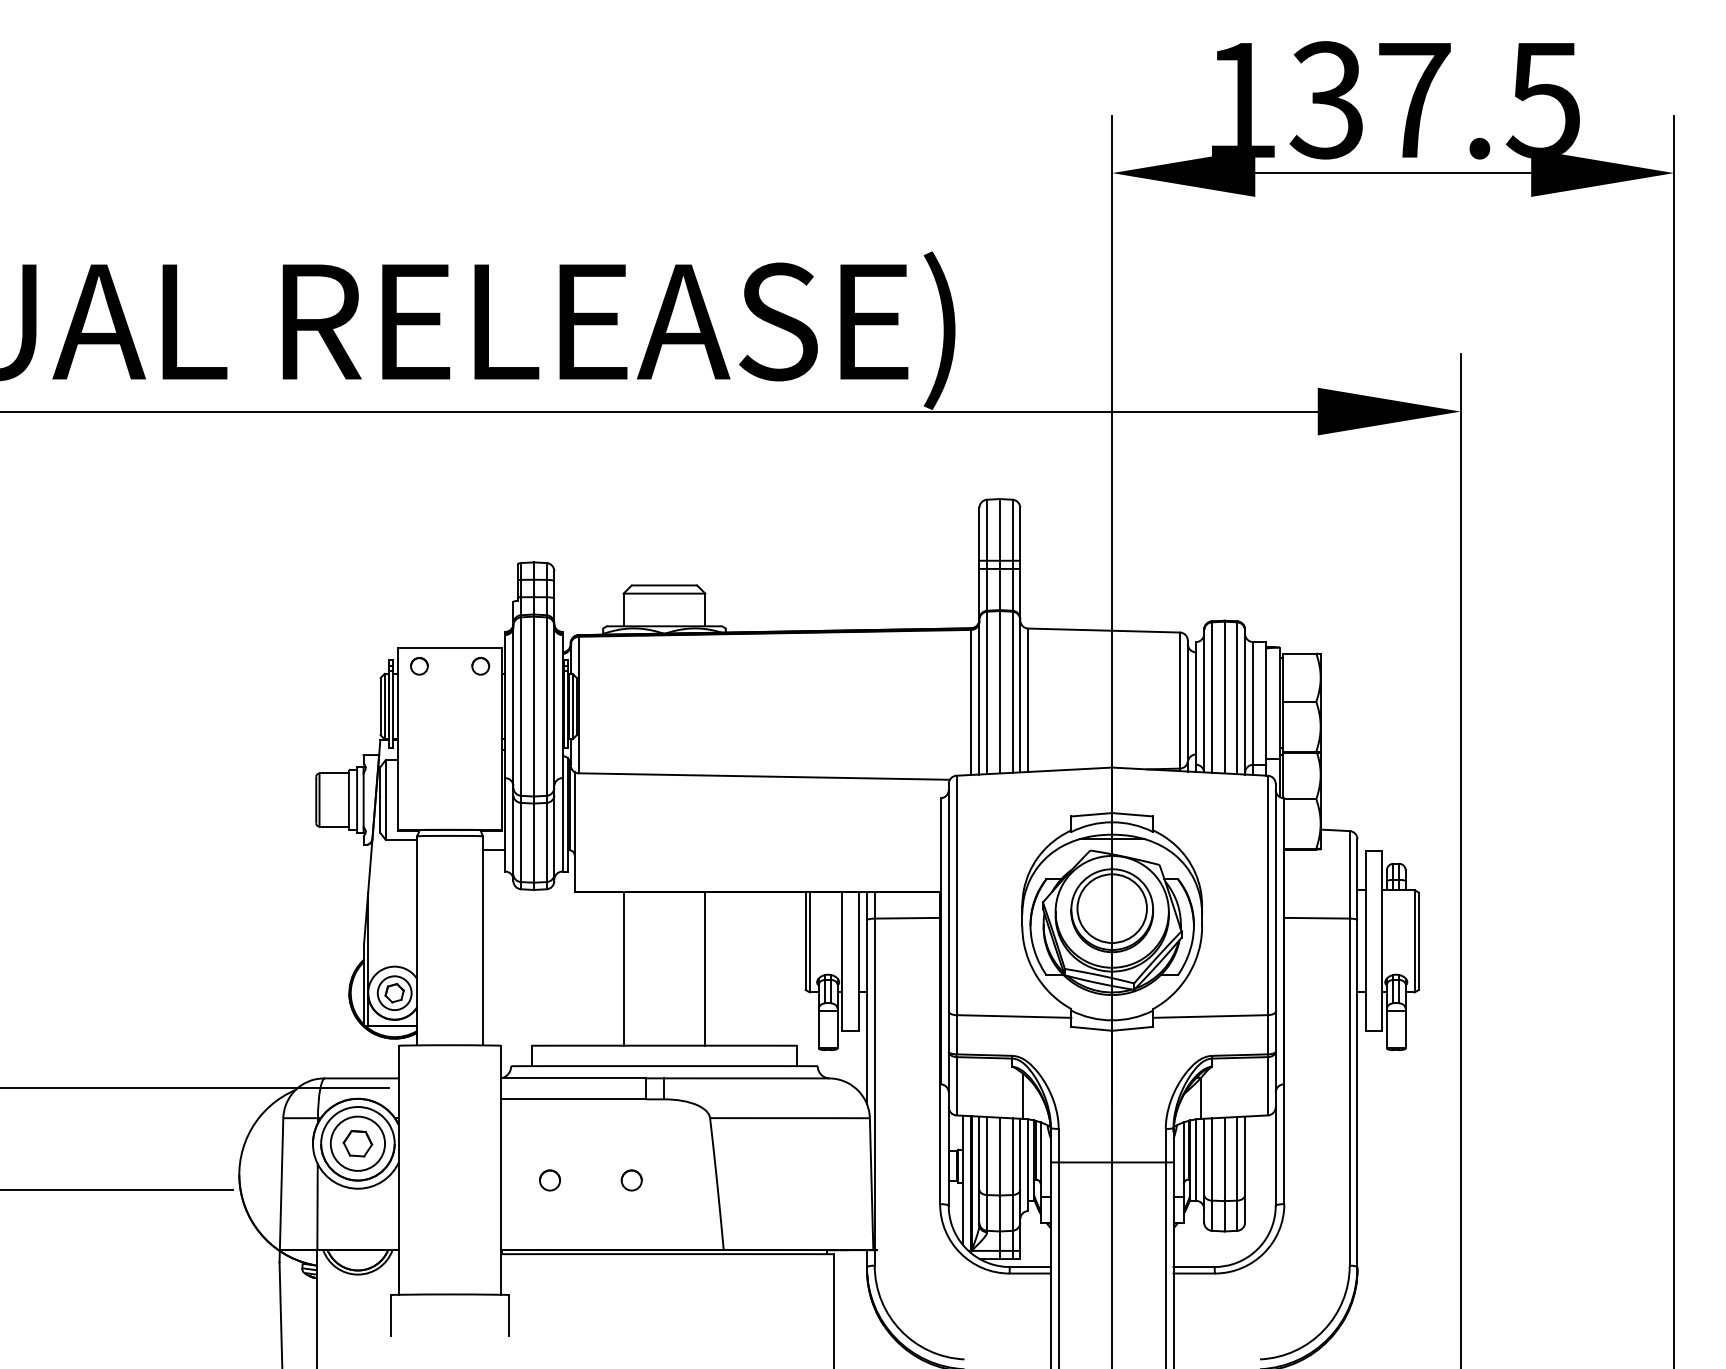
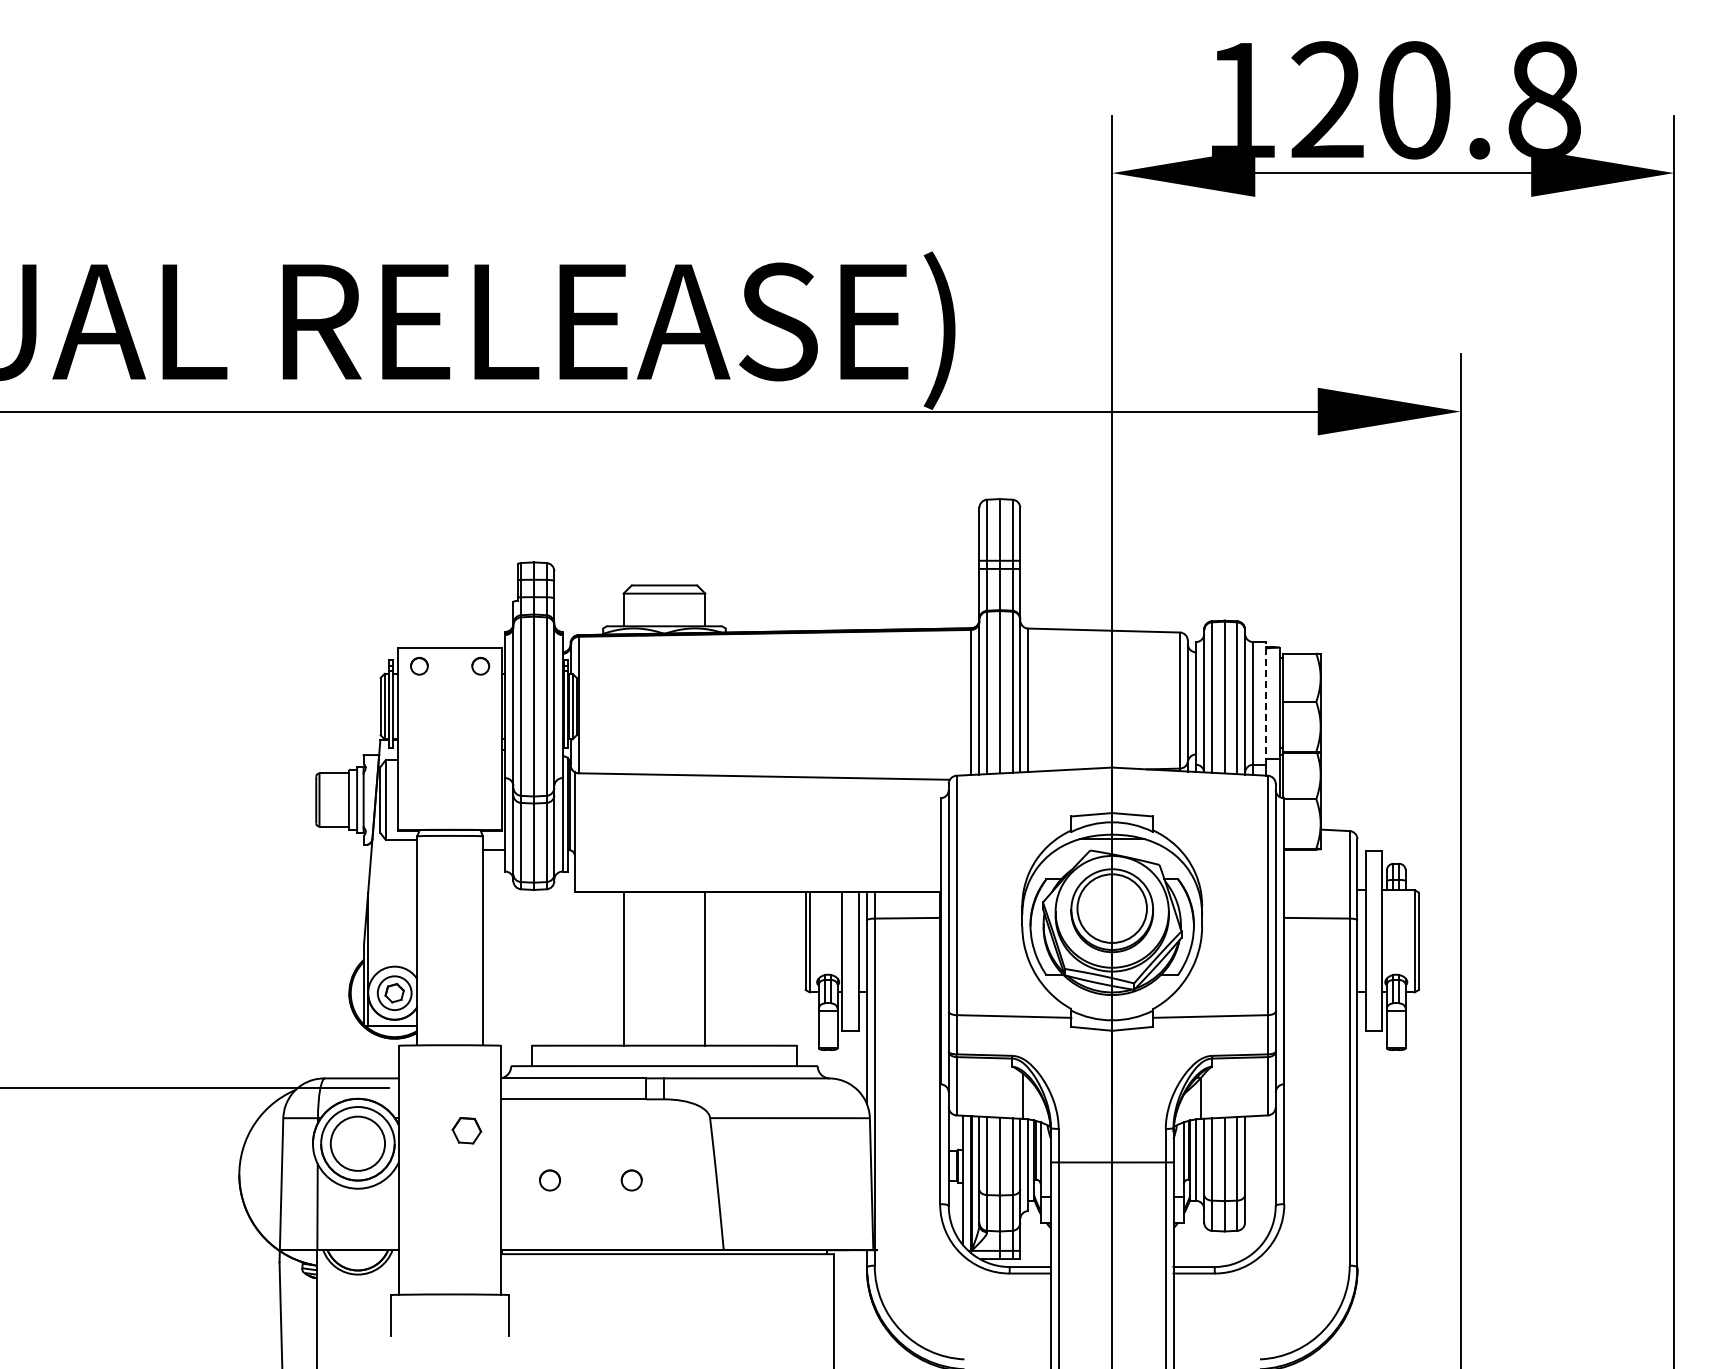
text at (1434, 100): 137.5 -> 120.8
line at (1265, 702): solid -> dashed
part at (357, 1143) position: (357, 1143) -> (466, 1130)
line at (117, 1190): present -> none
